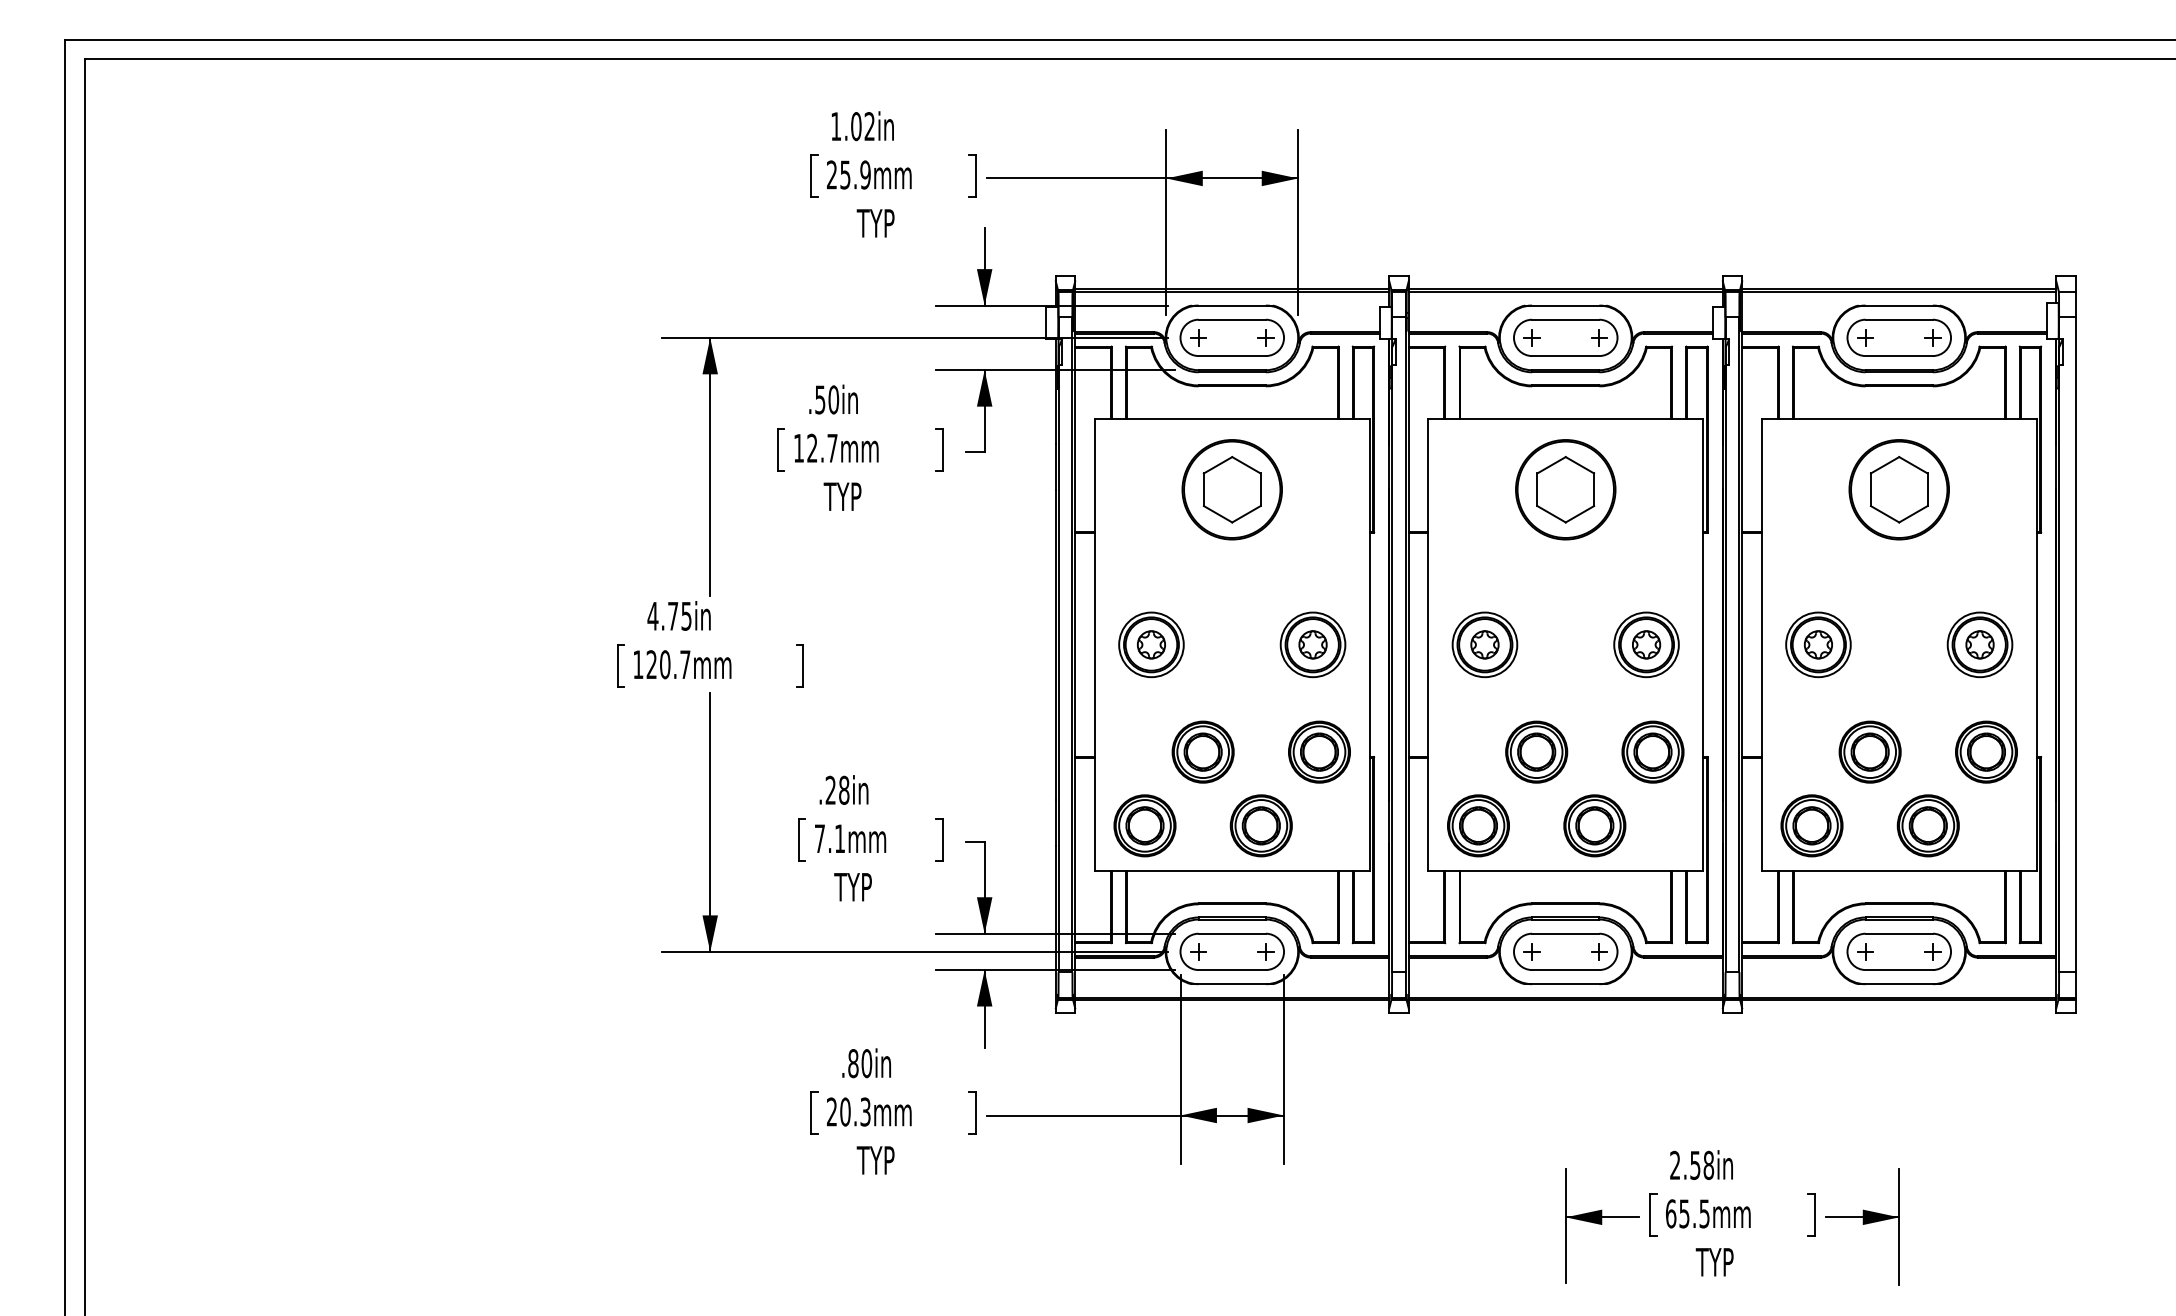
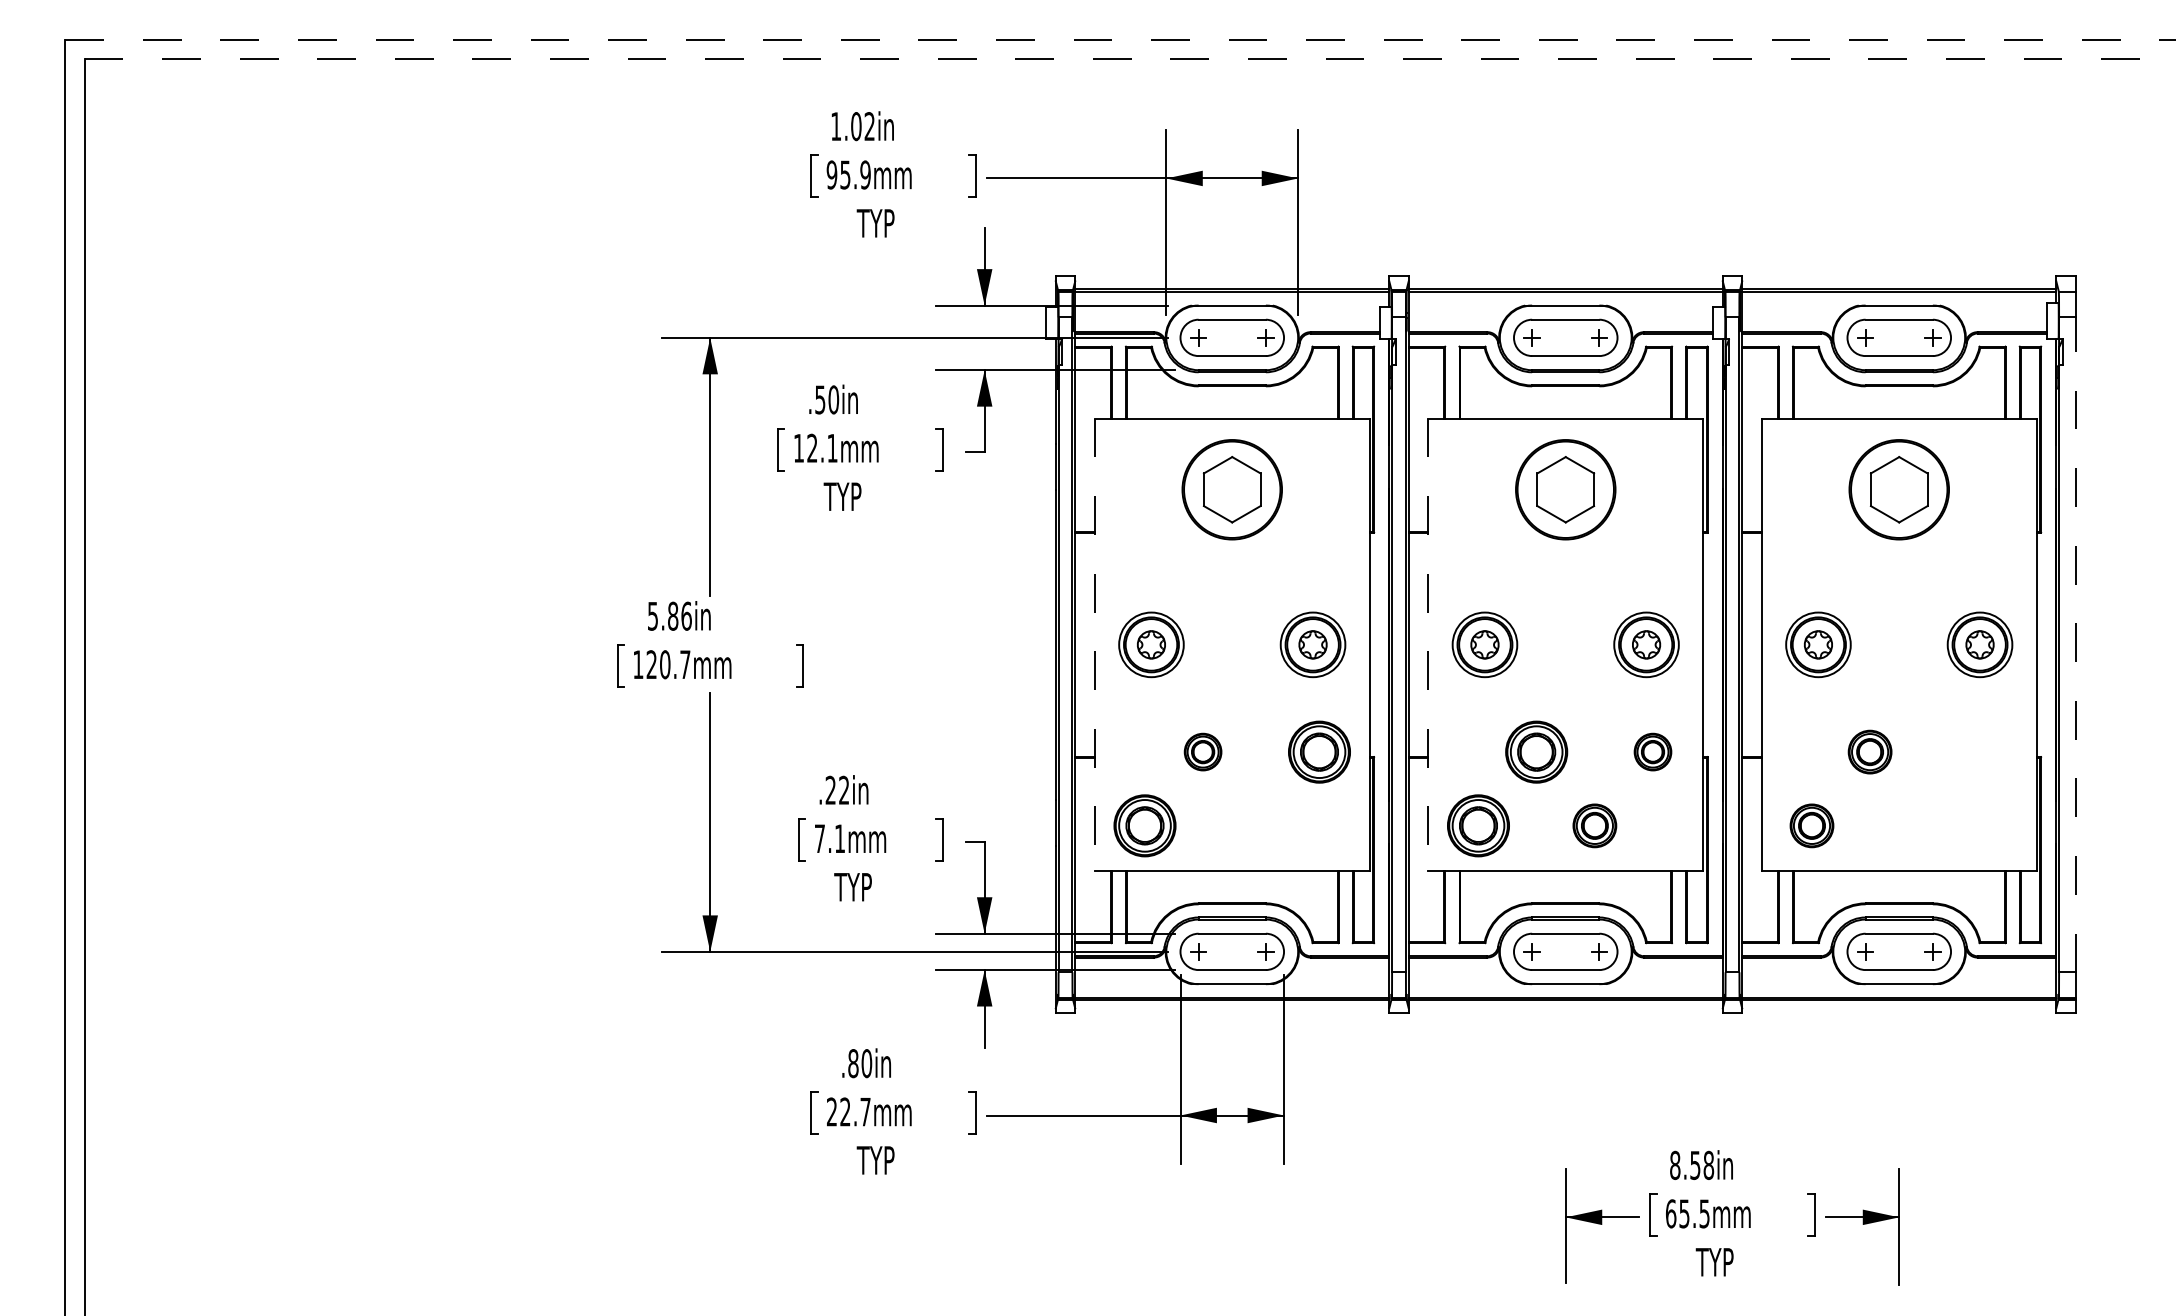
line at (1121, 39): solid -> dashed
line at (1130, 59): solid -> dashed
text at (831, 174): 25.9mm -> 95.9mm
text at (832, 448): 12.7mm -> 12.1mm
text at (669, 615): 4.75in -> 5.86in
line at (2075, 644): solid -> dashed
line at (1094, 645): solid -> dashed
line at (1428, 645): solid -> dashed
part at (1202, 751) size: 64x64 px -> 40x40 px
part at (1652, 751) size: 64x64 px -> 40x40 px
part at (1869, 751) size: 64x64 px -> 46x46 px
part at (1986, 751): present -> none
text at (844, 790): .28in -> .22in
part at (1260, 825): present -> none
part at (1594, 825) size: 64x64 px -> 46x46 px
part at (1811, 825) size: 64x64 px -> 46x46 px
part at (1927, 825): present -> none
text at (855, 1111): 20.3mm -> 22.7mm
text at (1675, 1165): 2.58in -> 8.58in
